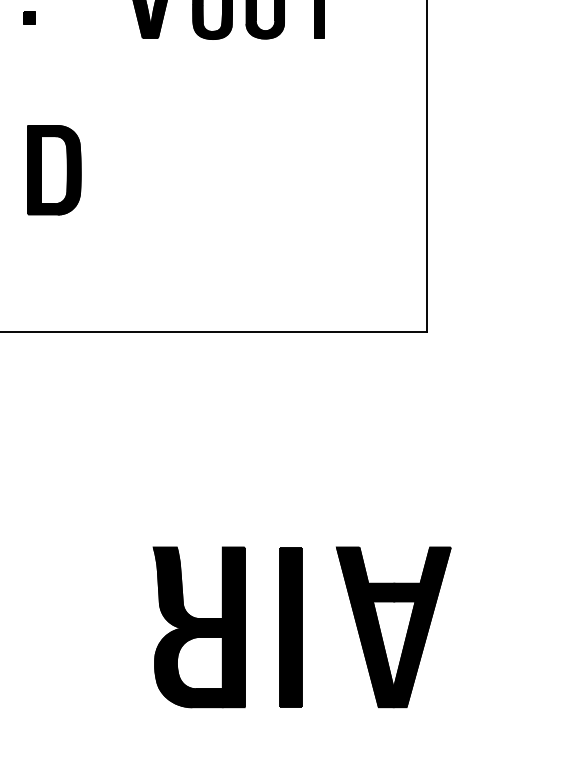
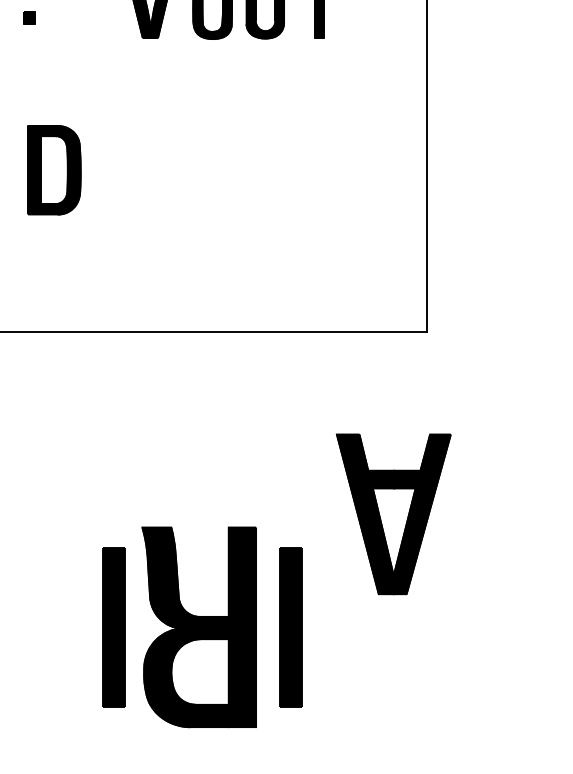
part at (113, 627): none -> present
part at (198, 627) size: 94x163 px -> 116x203 px
part at (393, 627) position: (393, 627) -> (393, 514)
